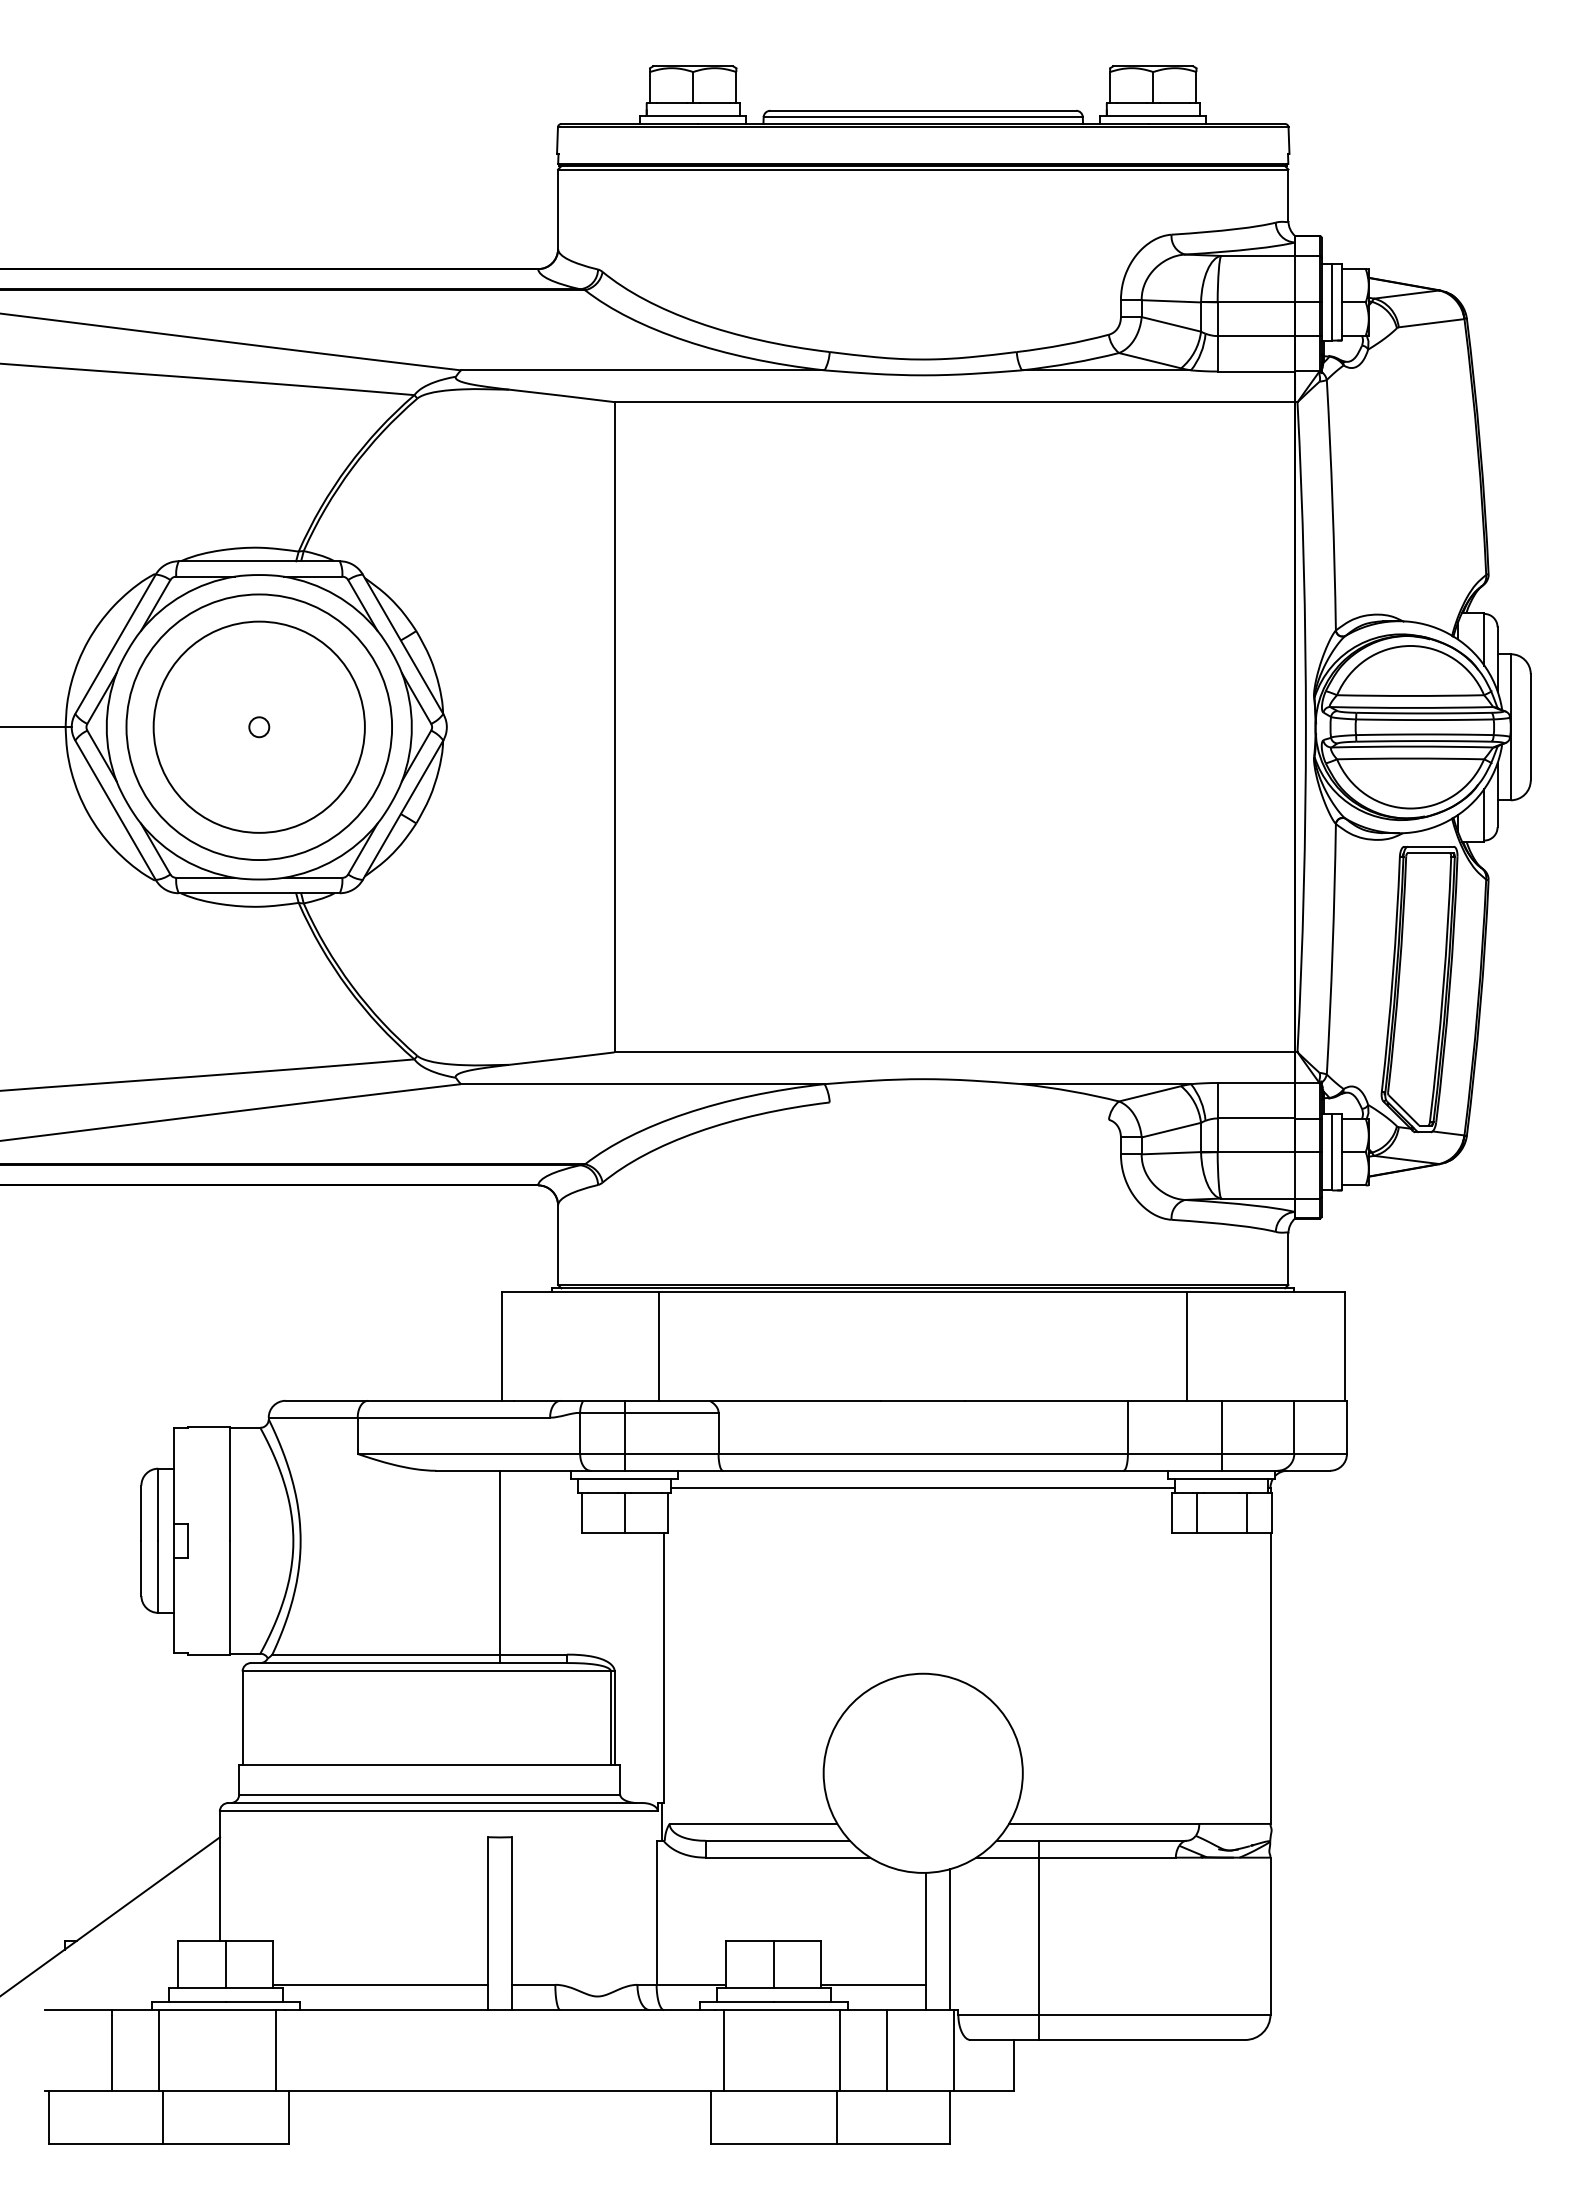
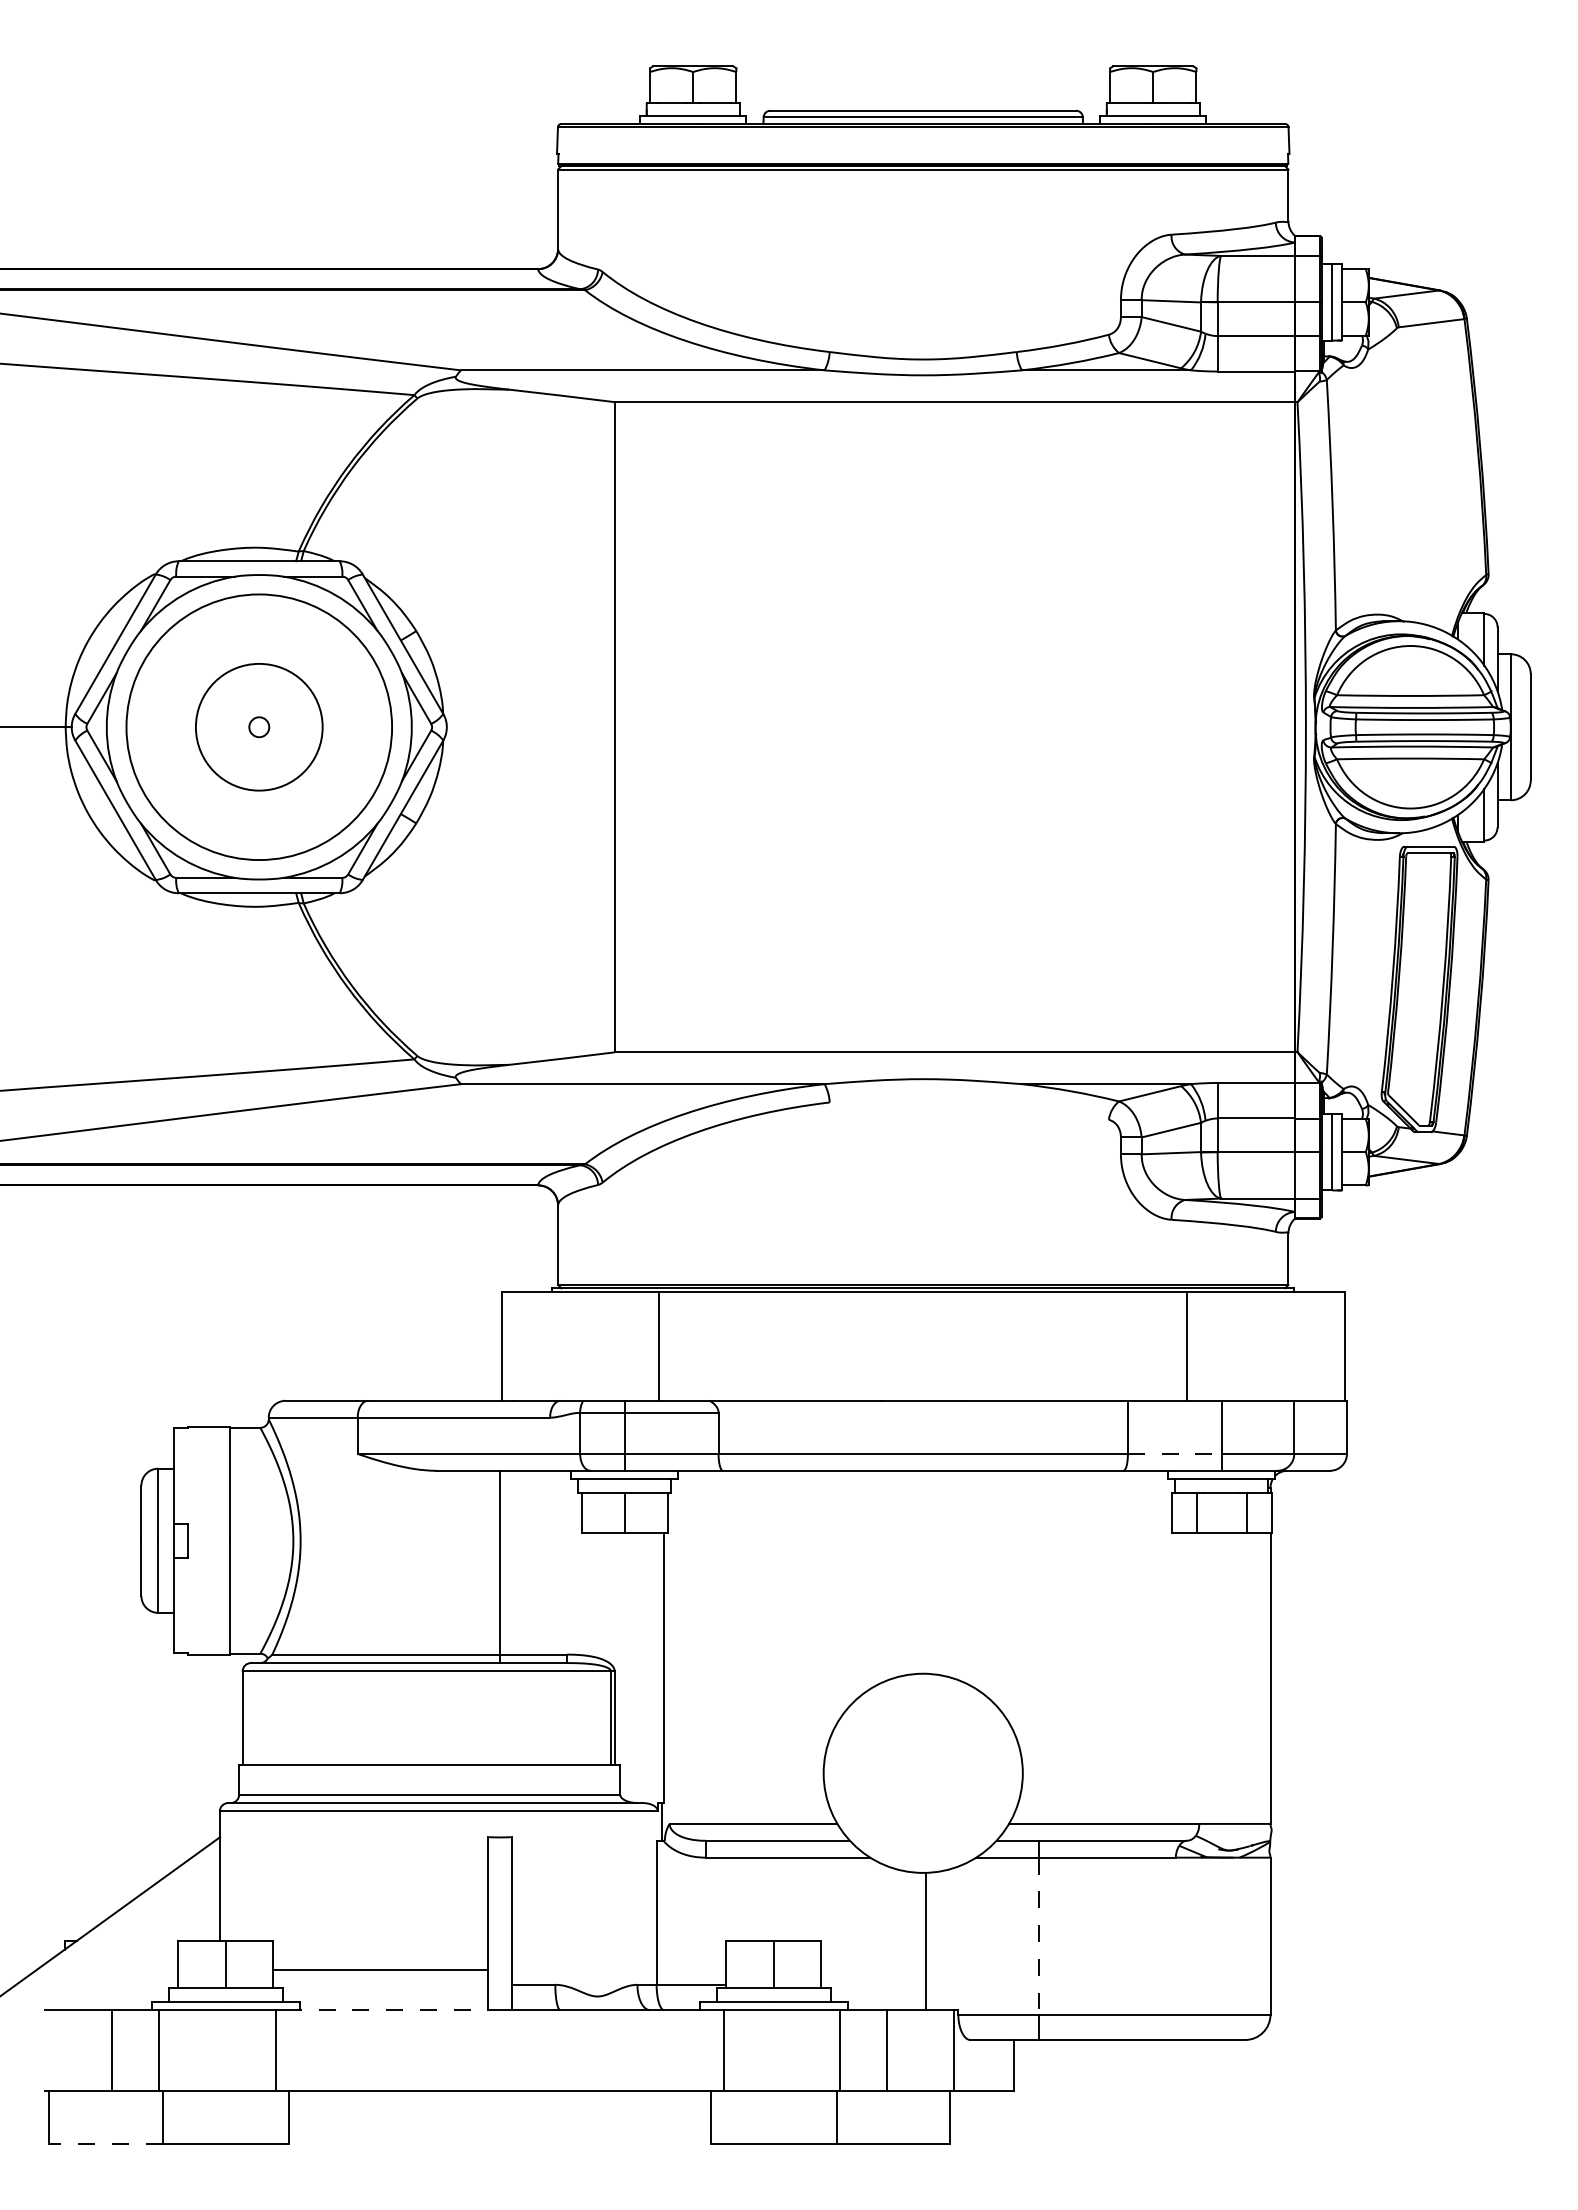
circle at (258, 726) diameter: 211 px -> 127 px
line at (1174, 1453): solid -> dashed
line at (923, 1487): present -> none
line at (1038, 1936): solid -> dashed
line at (949, 1939): present -> none
line at (380, 1984) position: (380, 1984) -> (380, 1969)
line at (873, 1984): present -> none
line at (387, 2010): solid -> dashed
line at (105, 2143): solid -> dashed
